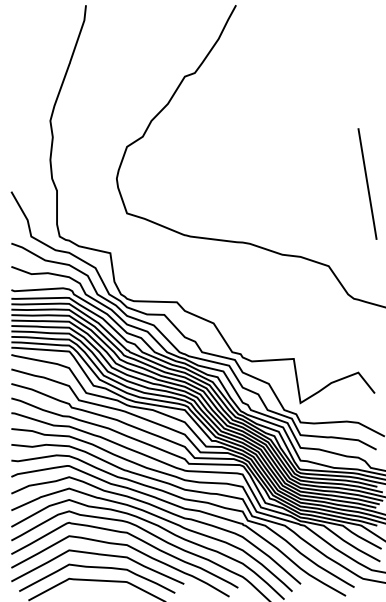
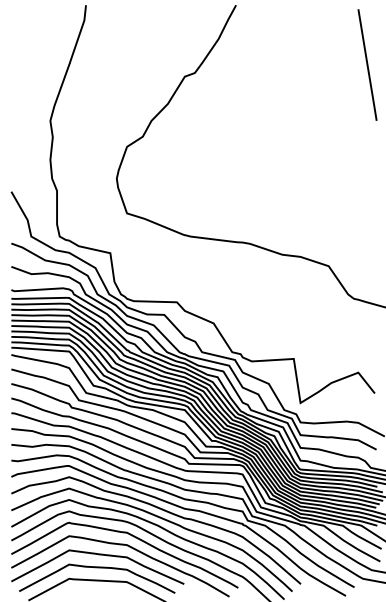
line at (367, 183) position: (367, 183) -> (367, 64)
